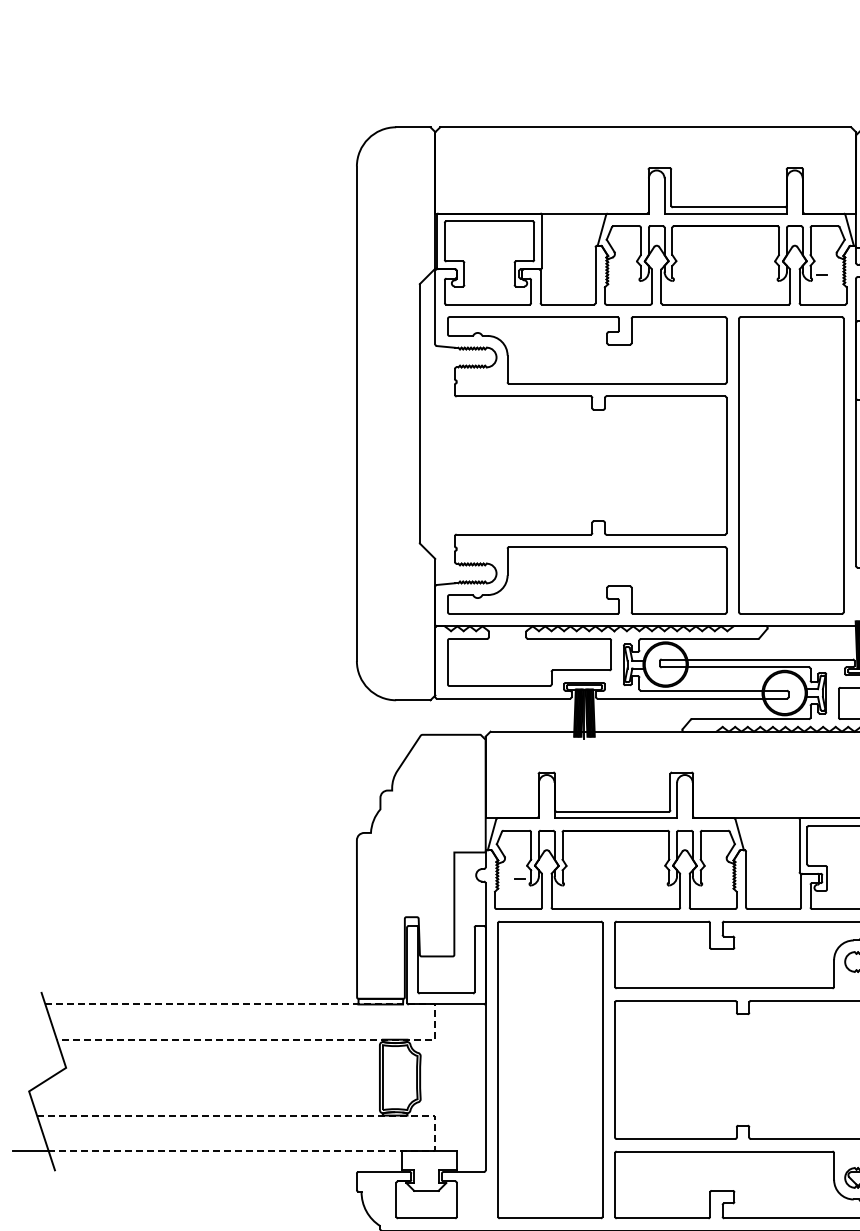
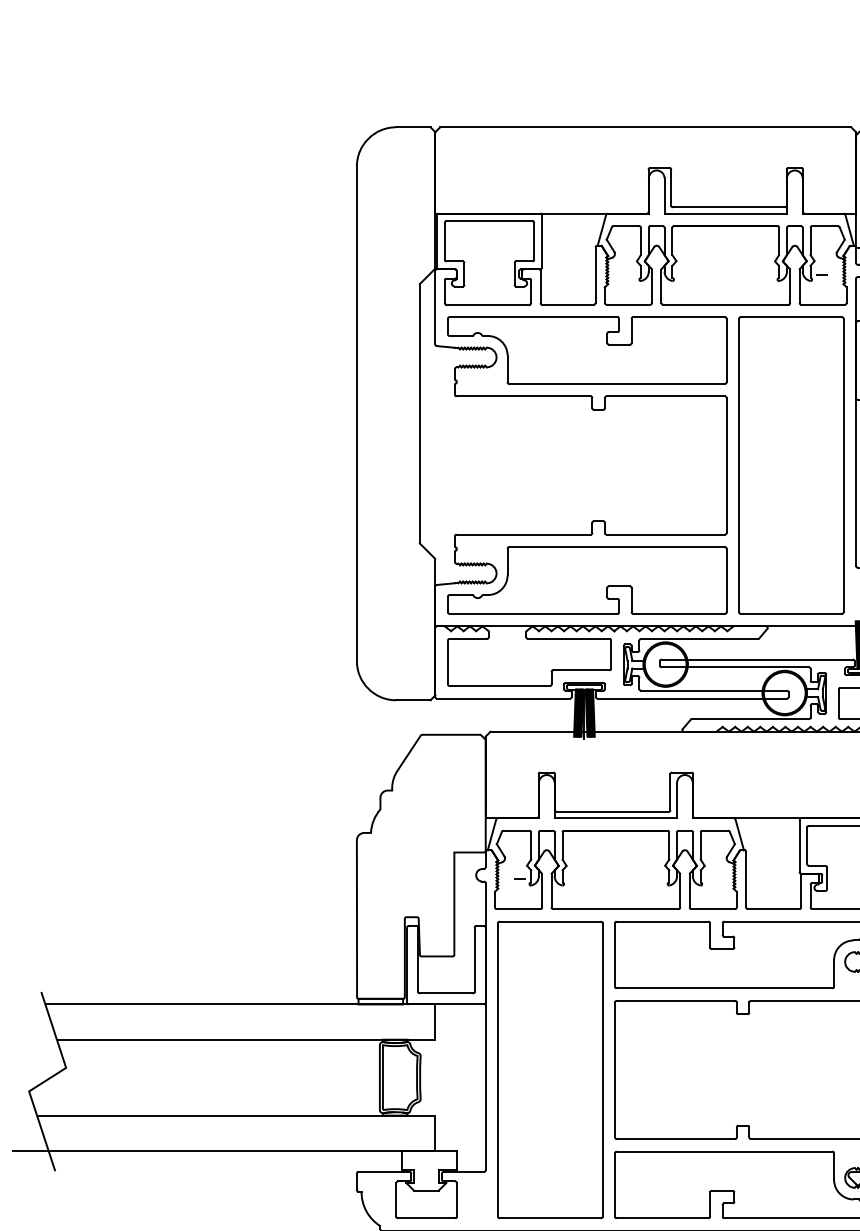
line at (435, 1017): dashed -> solid
line at (435, 1127): dashed -> solid
